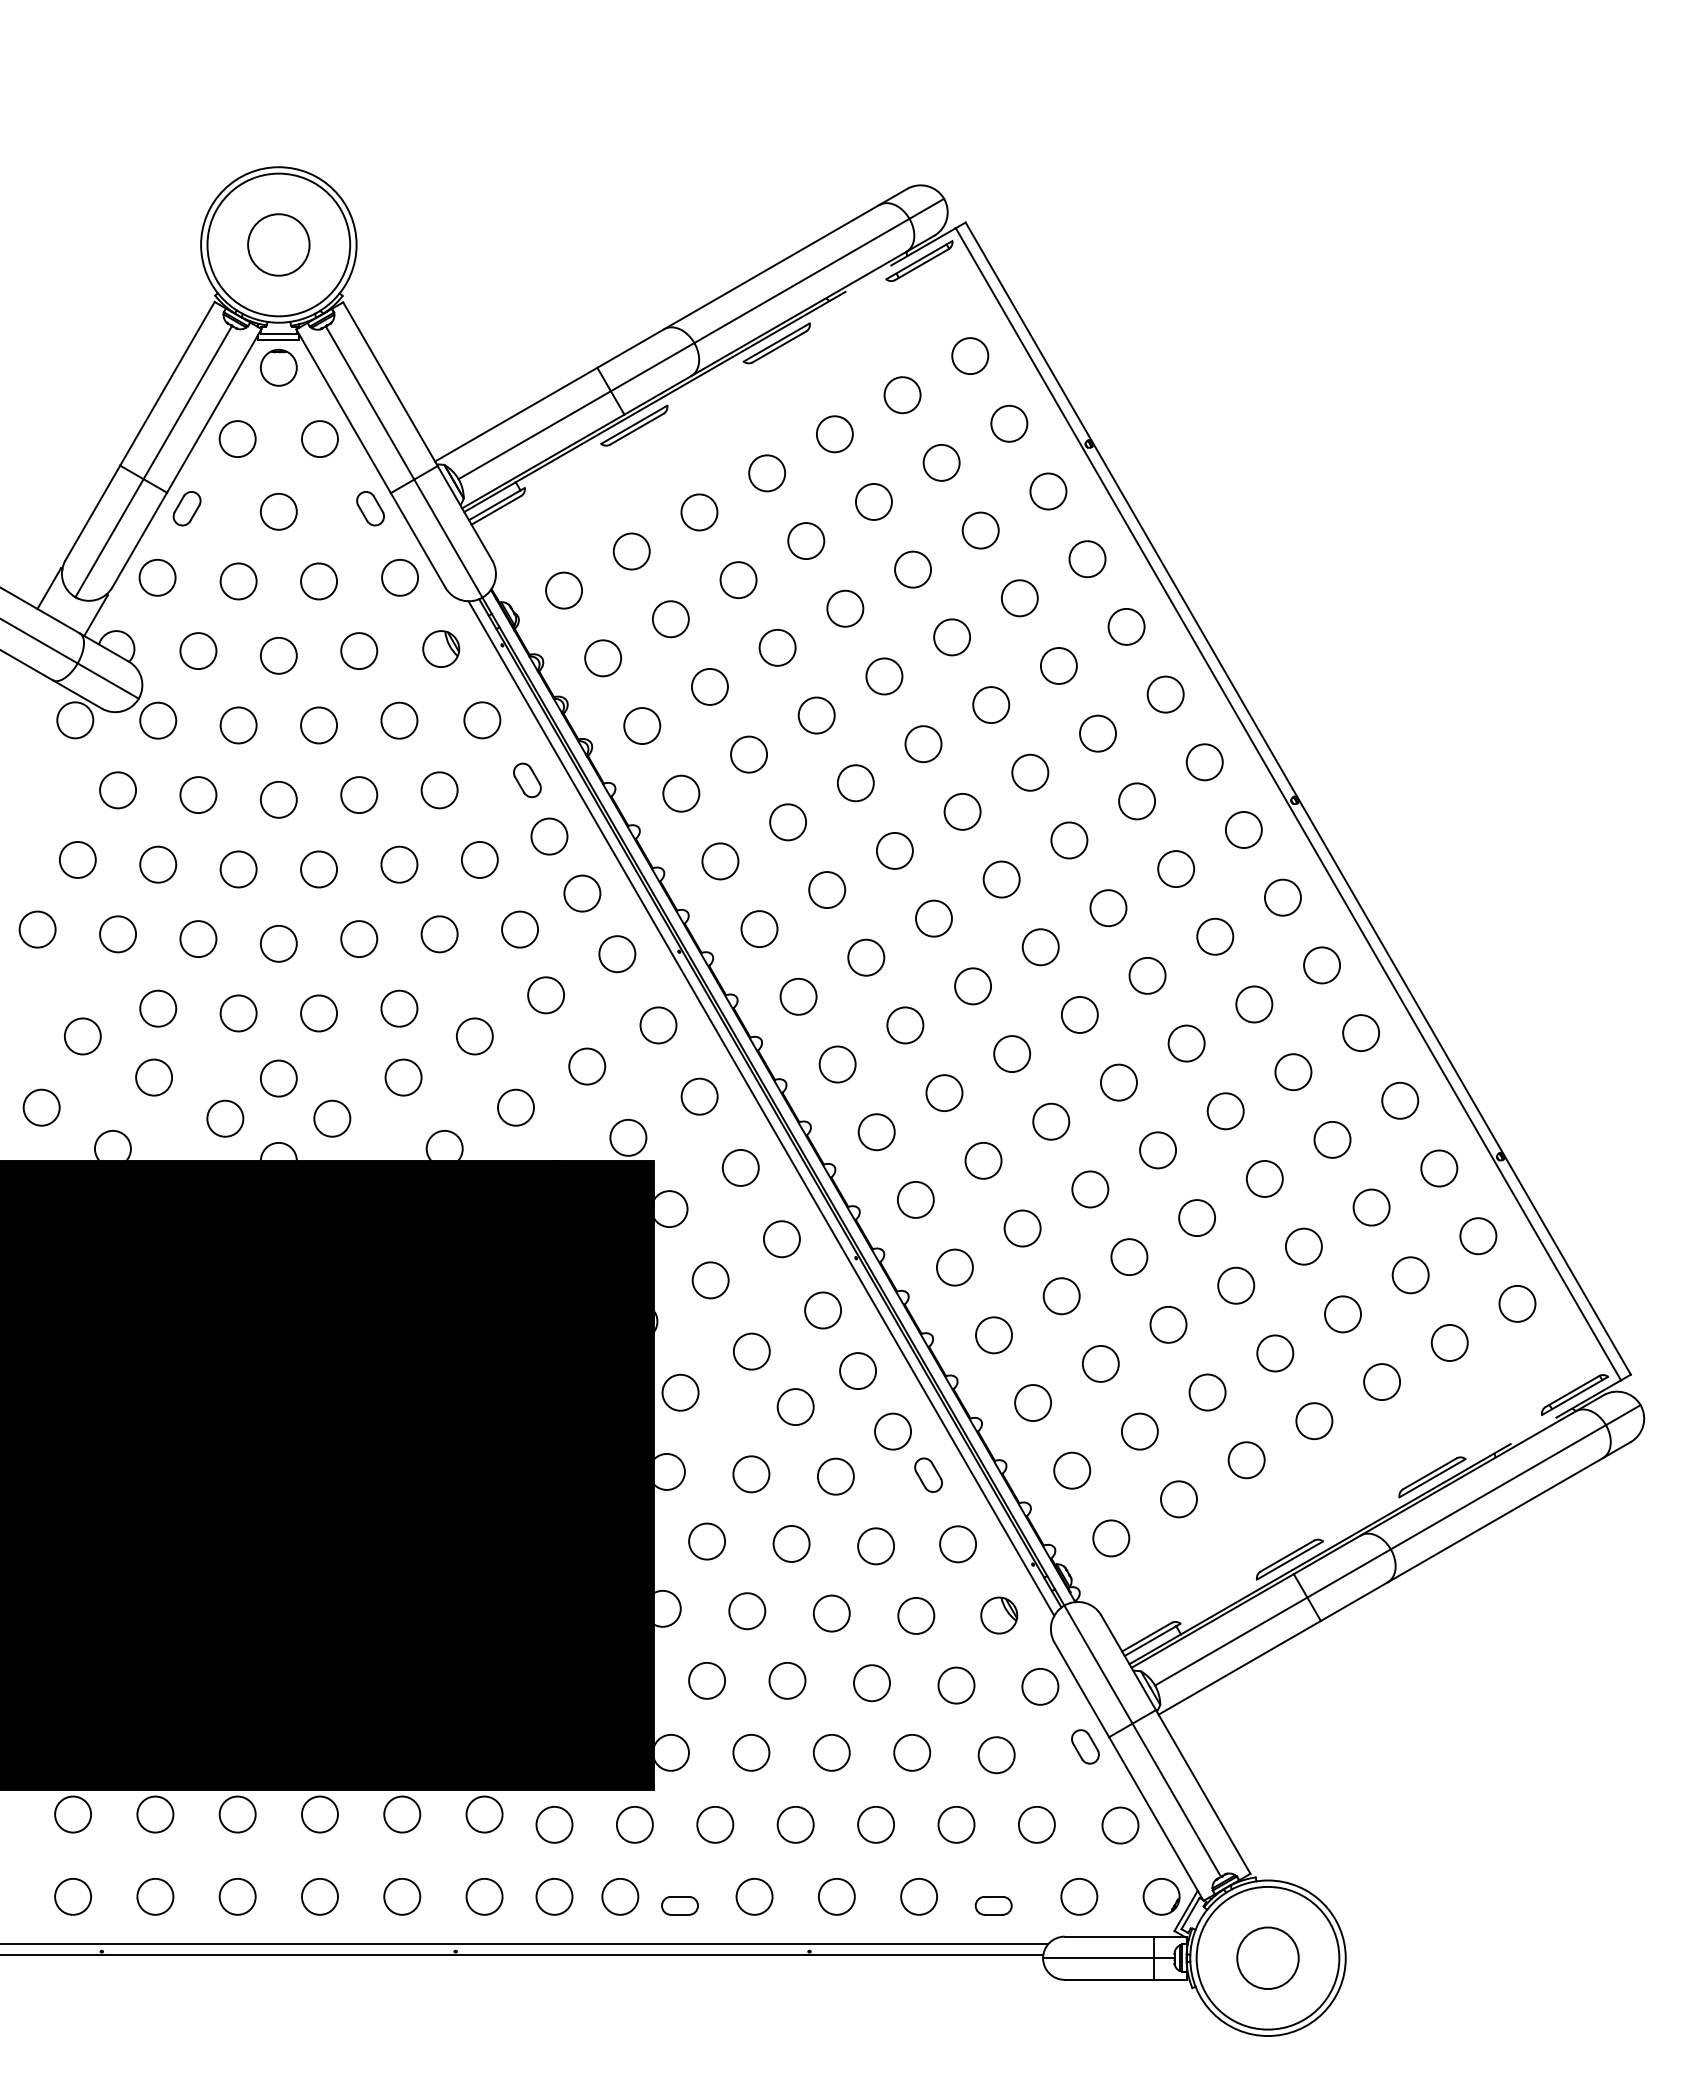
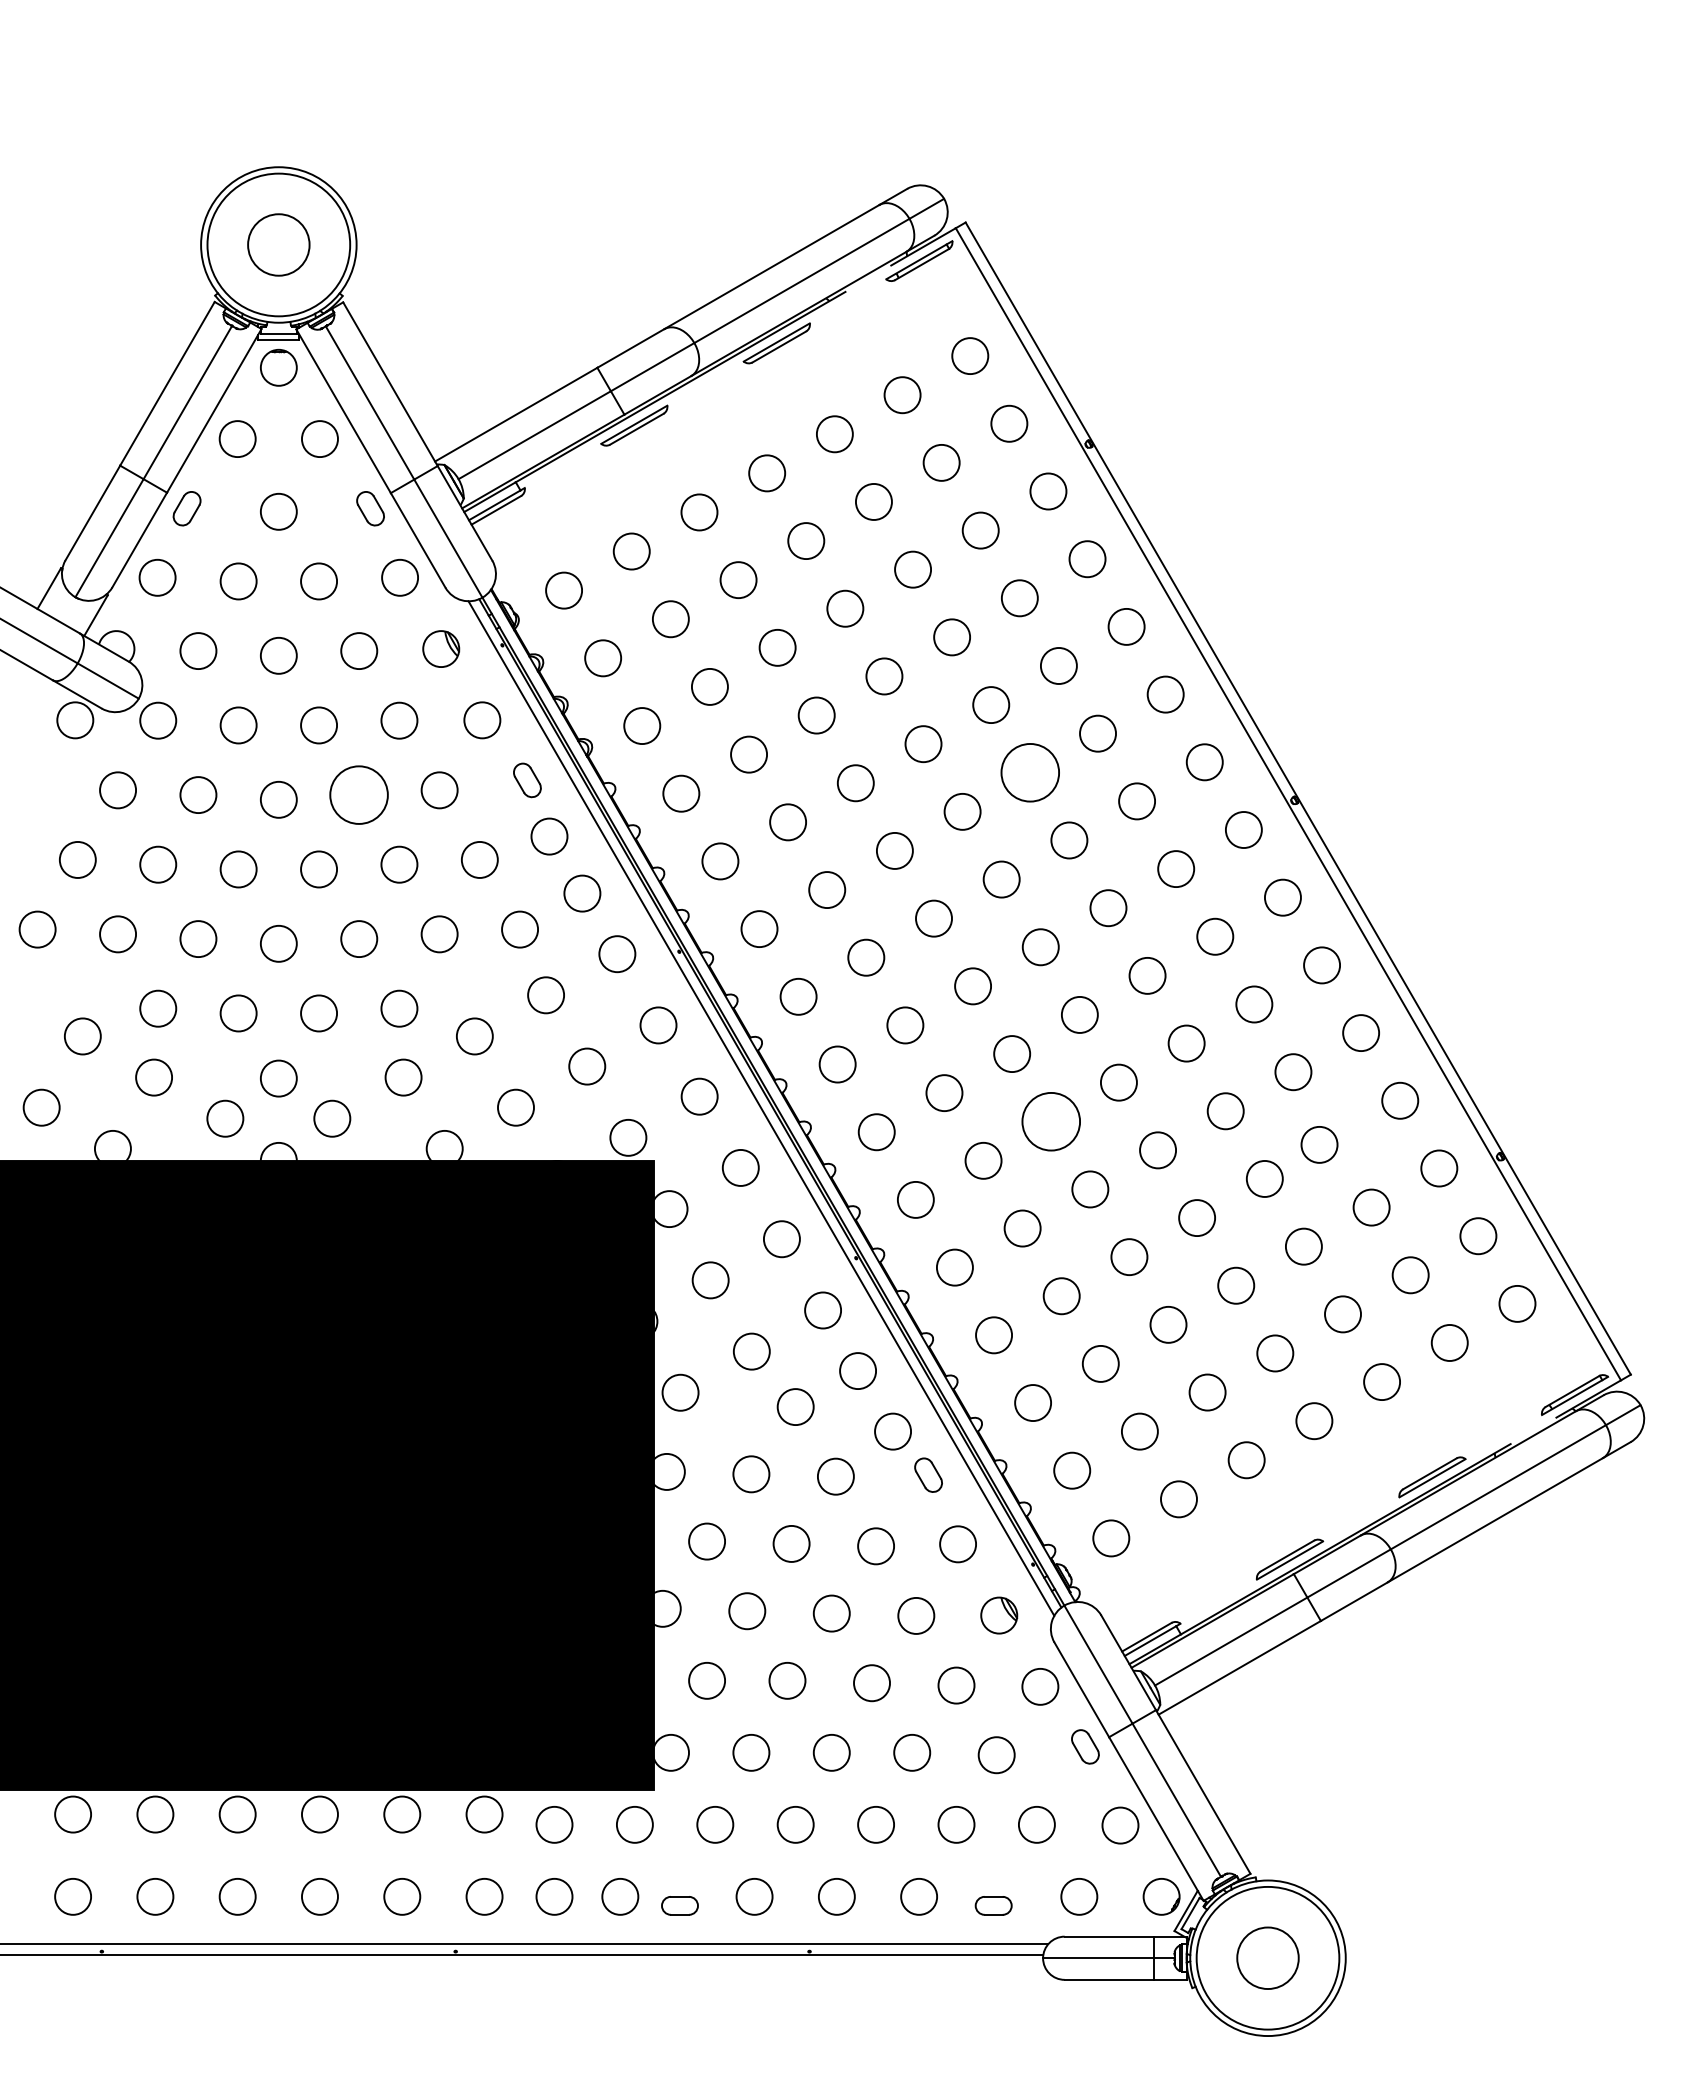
circle at (1030, 772) diameter: 36 px -> 58 px
circle at (359, 794) size: 39x38 px -> 60x60 px
circle at (1051, 1121) diameter: 36 px -> 58 px
circle at (1332, 1139) position: (1332, 1139) -> (1319, 1144)
